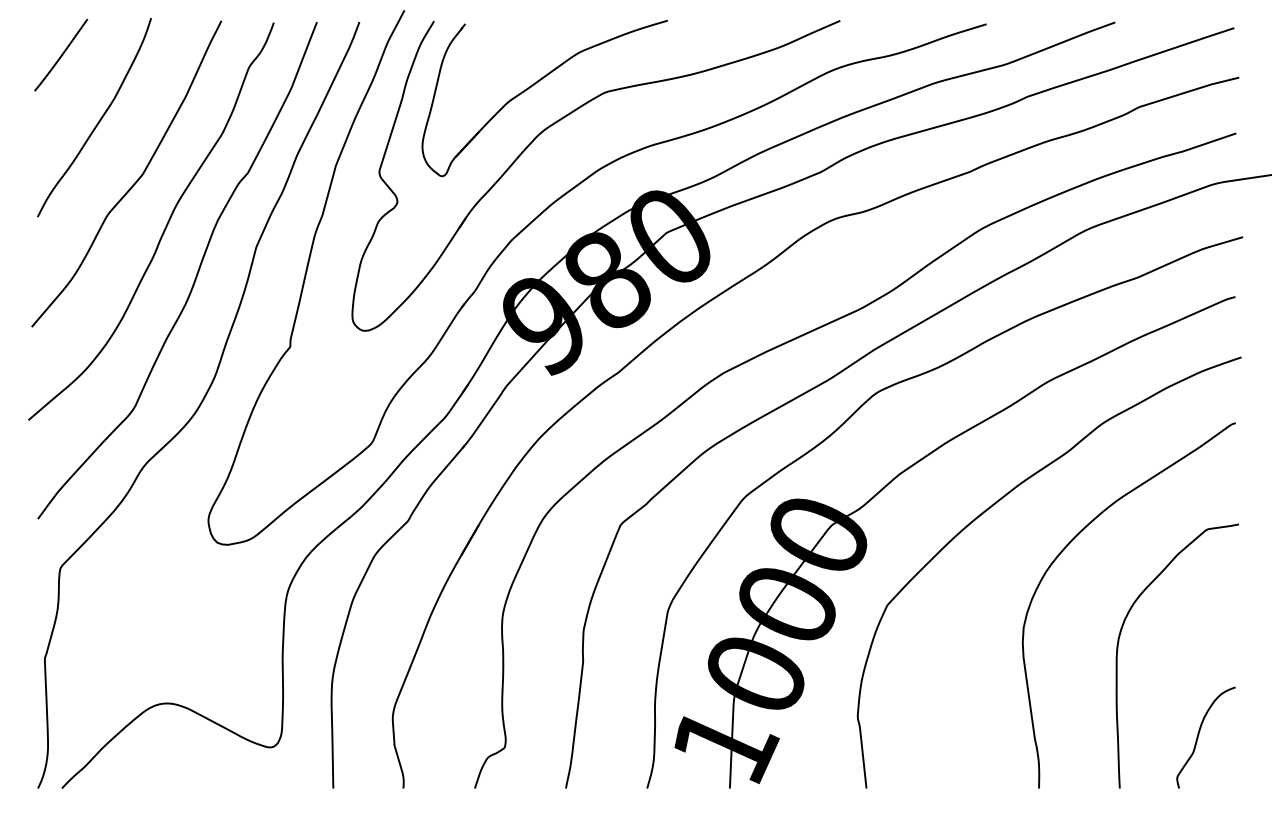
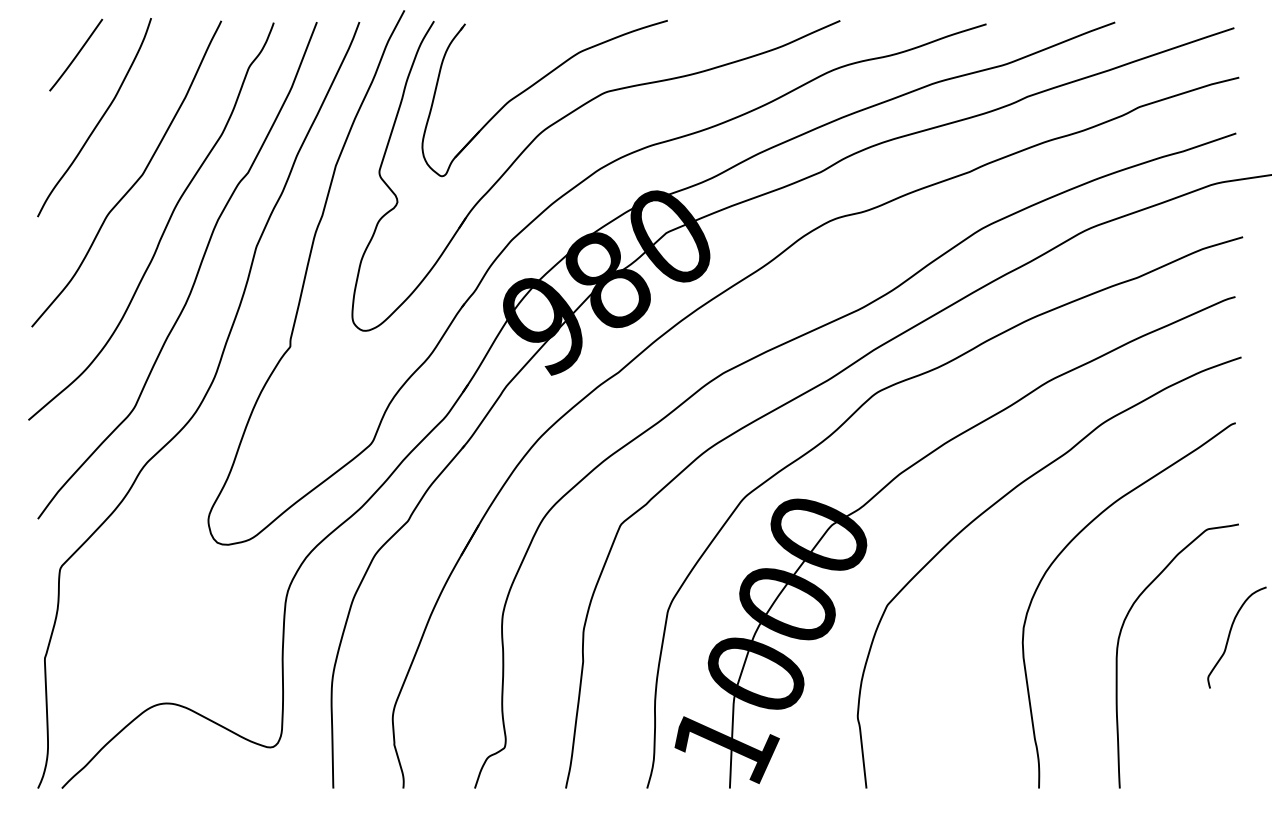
curve at (61, 54) position: (61, 54) -> (76, 54)
curve at (1199, 734) position: (1199, 734) -> (1230, 634)
